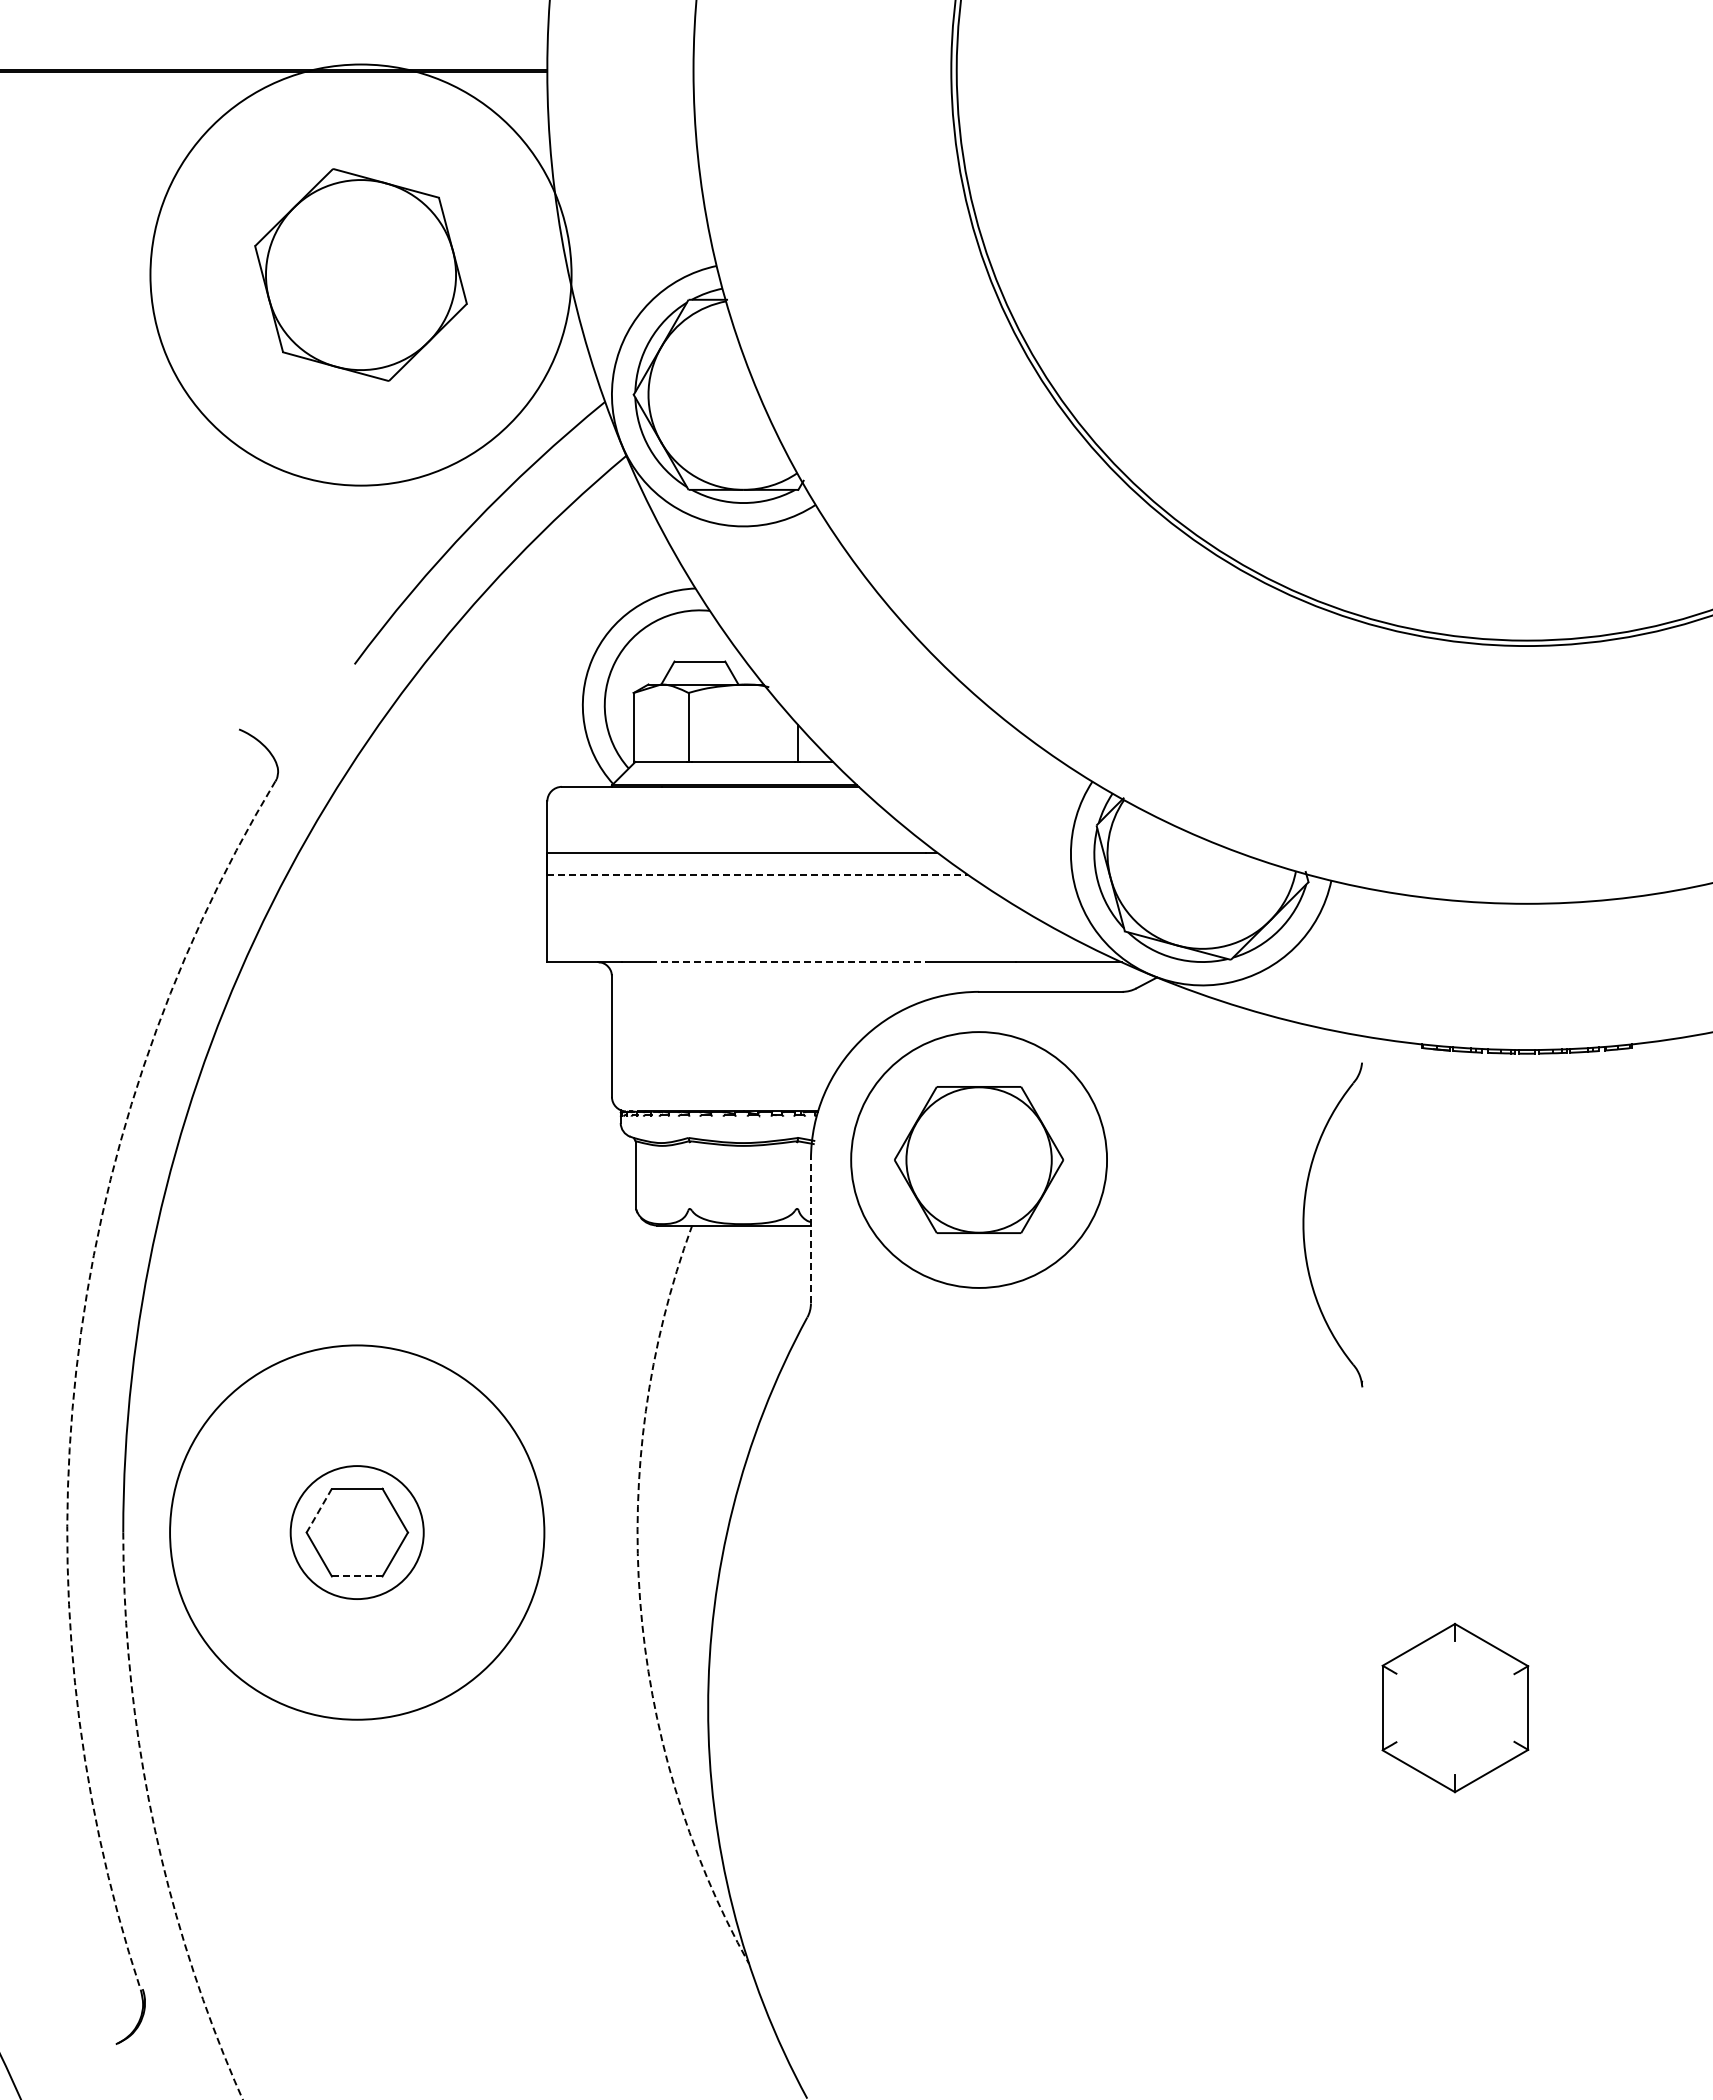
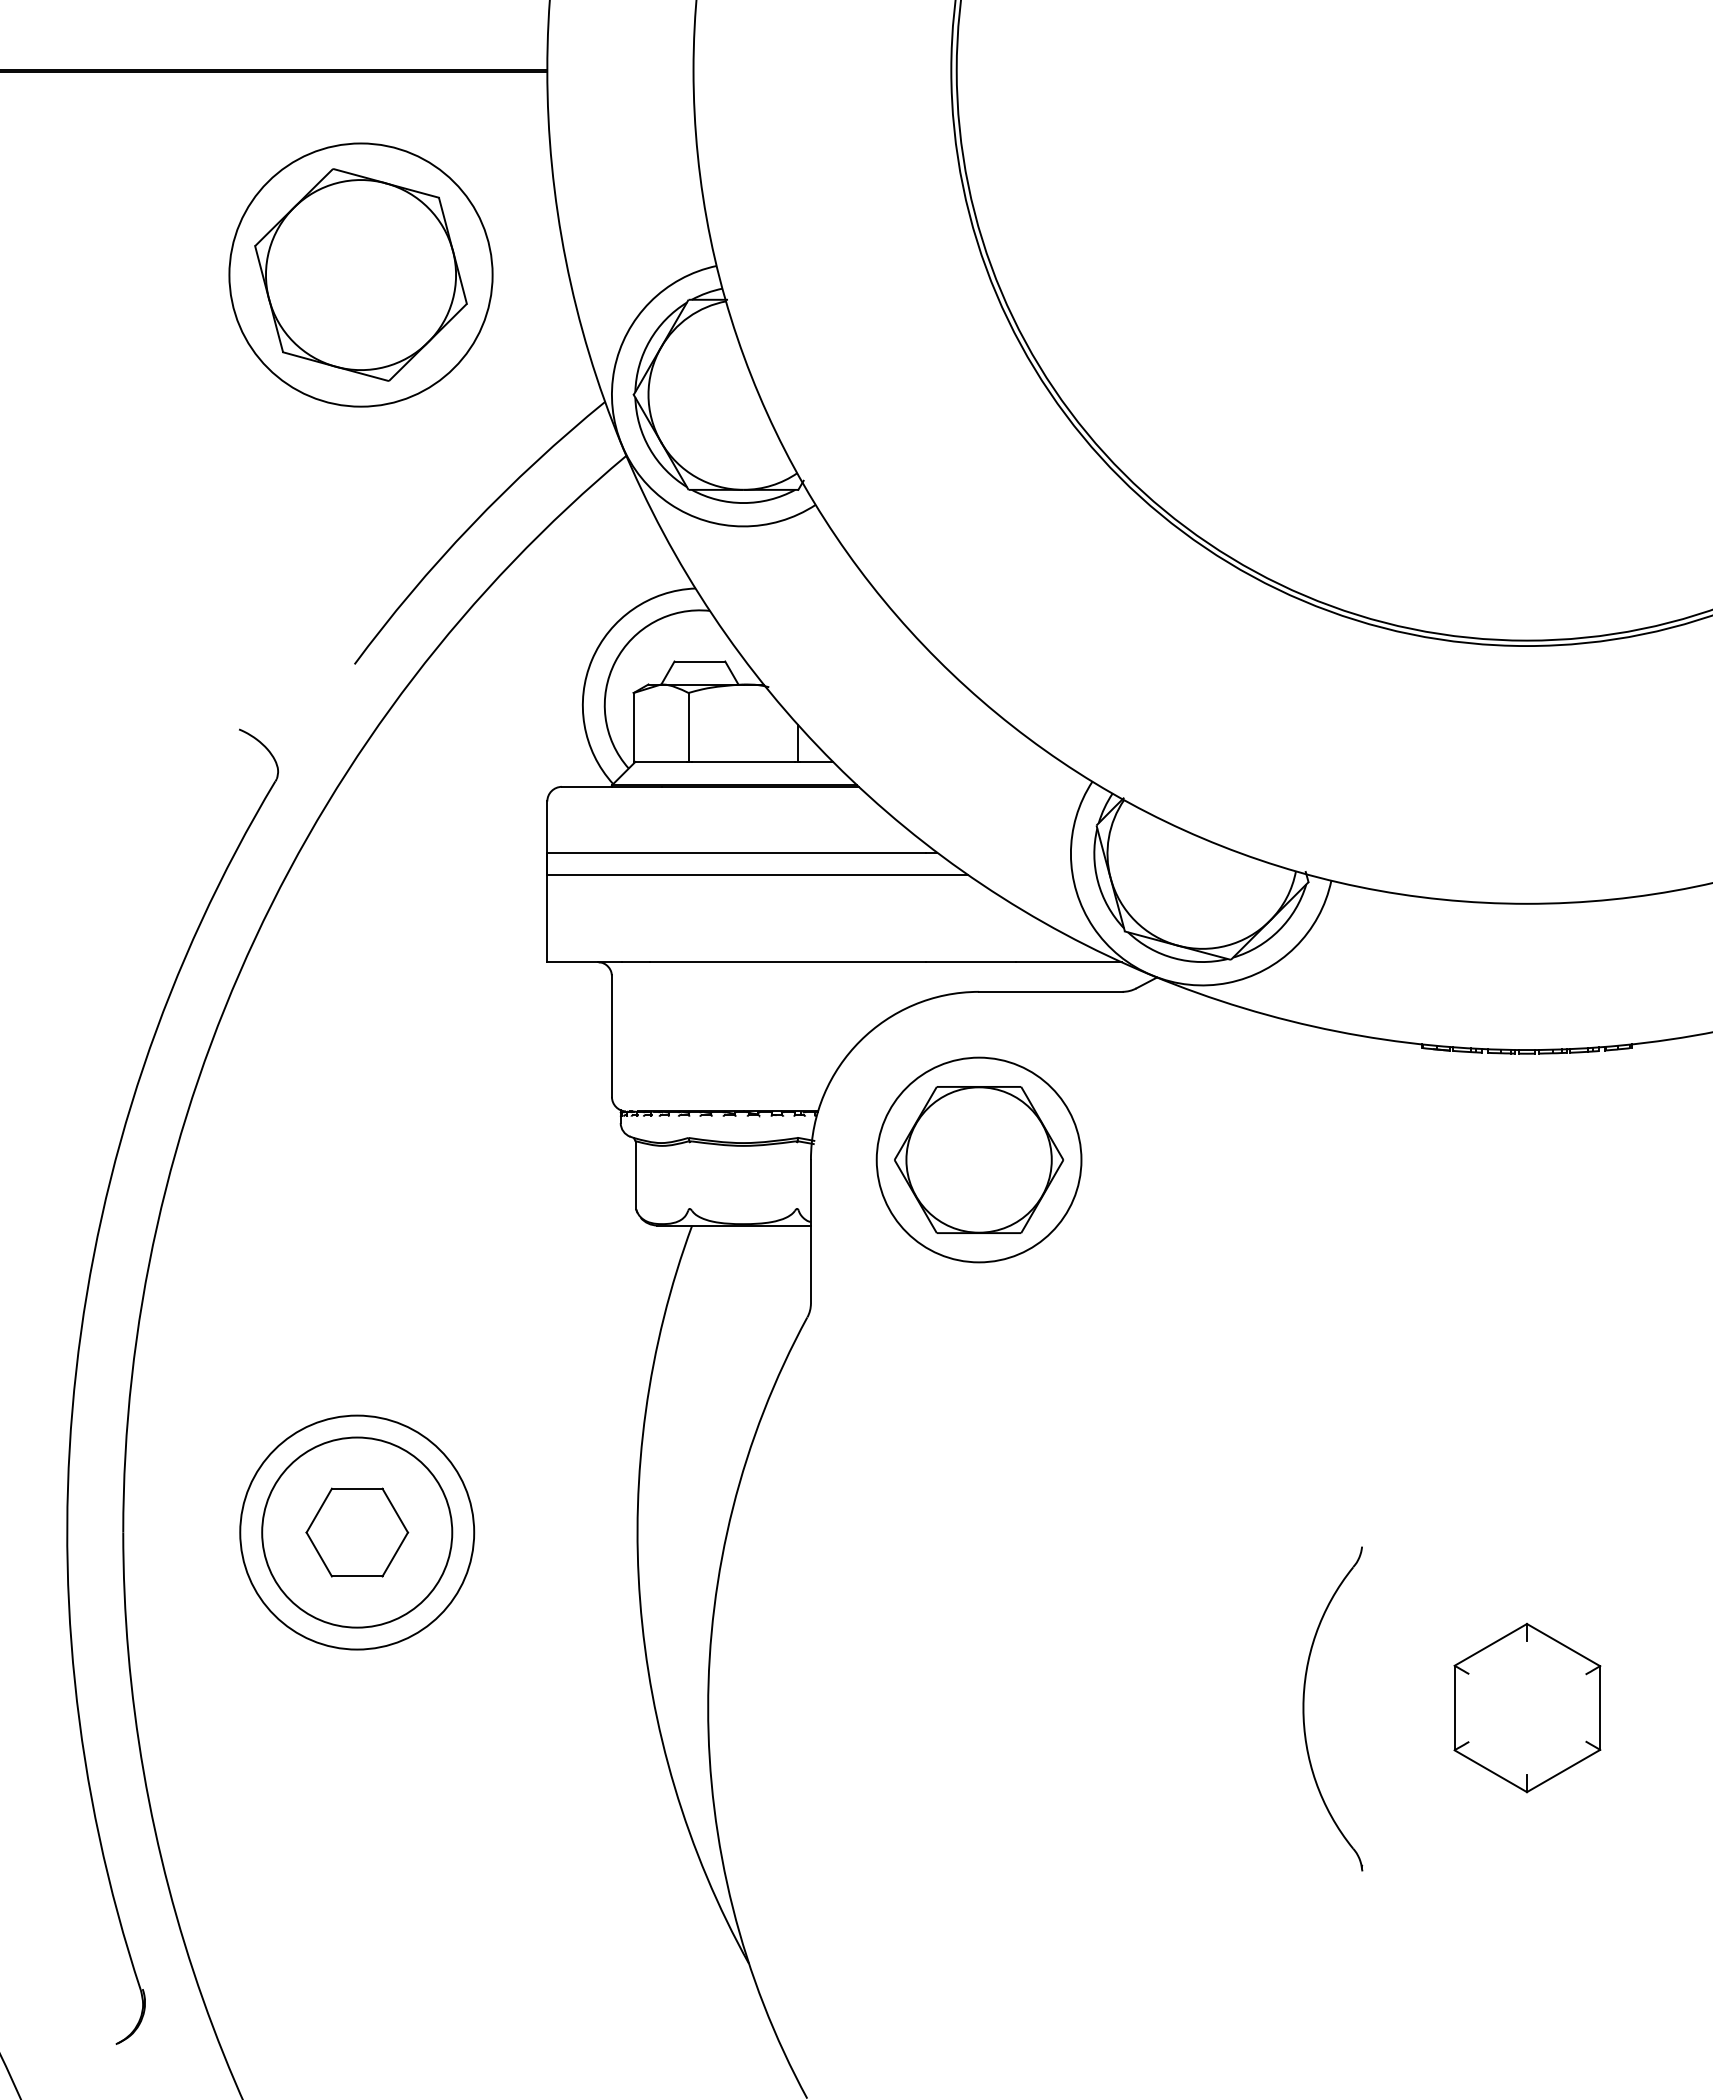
circle at (360, 274) diameter: 421 px -> 263 px
line at (757, 874): dashed -> solid
line at (788, 962): dashed -> solid
circle at (979, 1159) diameter: 256 px -> 205 px
part at (1304, 1224) position: (1304, 1224) -> (1304, 1708)
line at (810, 1231): dashed -> solid
arc at (76, 1370): dashed -> solid
line at (319, 1511): dashed -> solid
circle at (356, 1532) diameter: 133 px -> 190 px
circle at (357, 1532) diameter: 374 px -> 234 px
line at (357, 1576): dashed -> solid
arc at (640, 1600): dashed -> solid
part at (1455, 1707) position: (1455, 1707) -> (1527, 1707)
arc at (153, 1824): dashed -> solid
